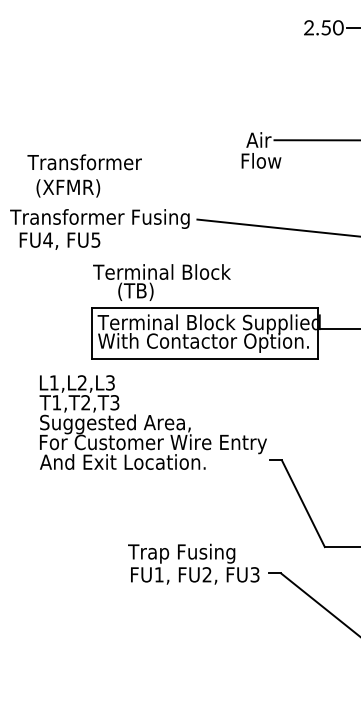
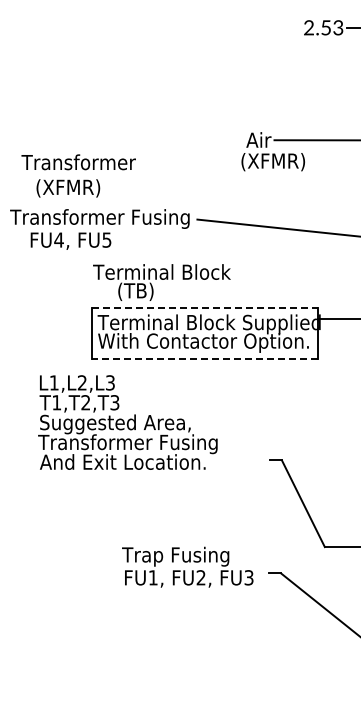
text at (338, 27): 2.50 -> 2.53
text at (84, 162) position: (84, 162) -> (78, 162)
text at (273, 162): Flow -> (XFMR)
text at (59, 240) position: (59, 240) -> (70, 240)
line at (205, 308): solid -> dashed
line at (337, 329) position: (337, 329) -> (337, 319)
line at (204, 358): solid -> dashed
text at (152, 444): For Customer Wire Entry -> Transformer Fusing
text at (193, 563) position: (193, 563) -> (187, 566)
